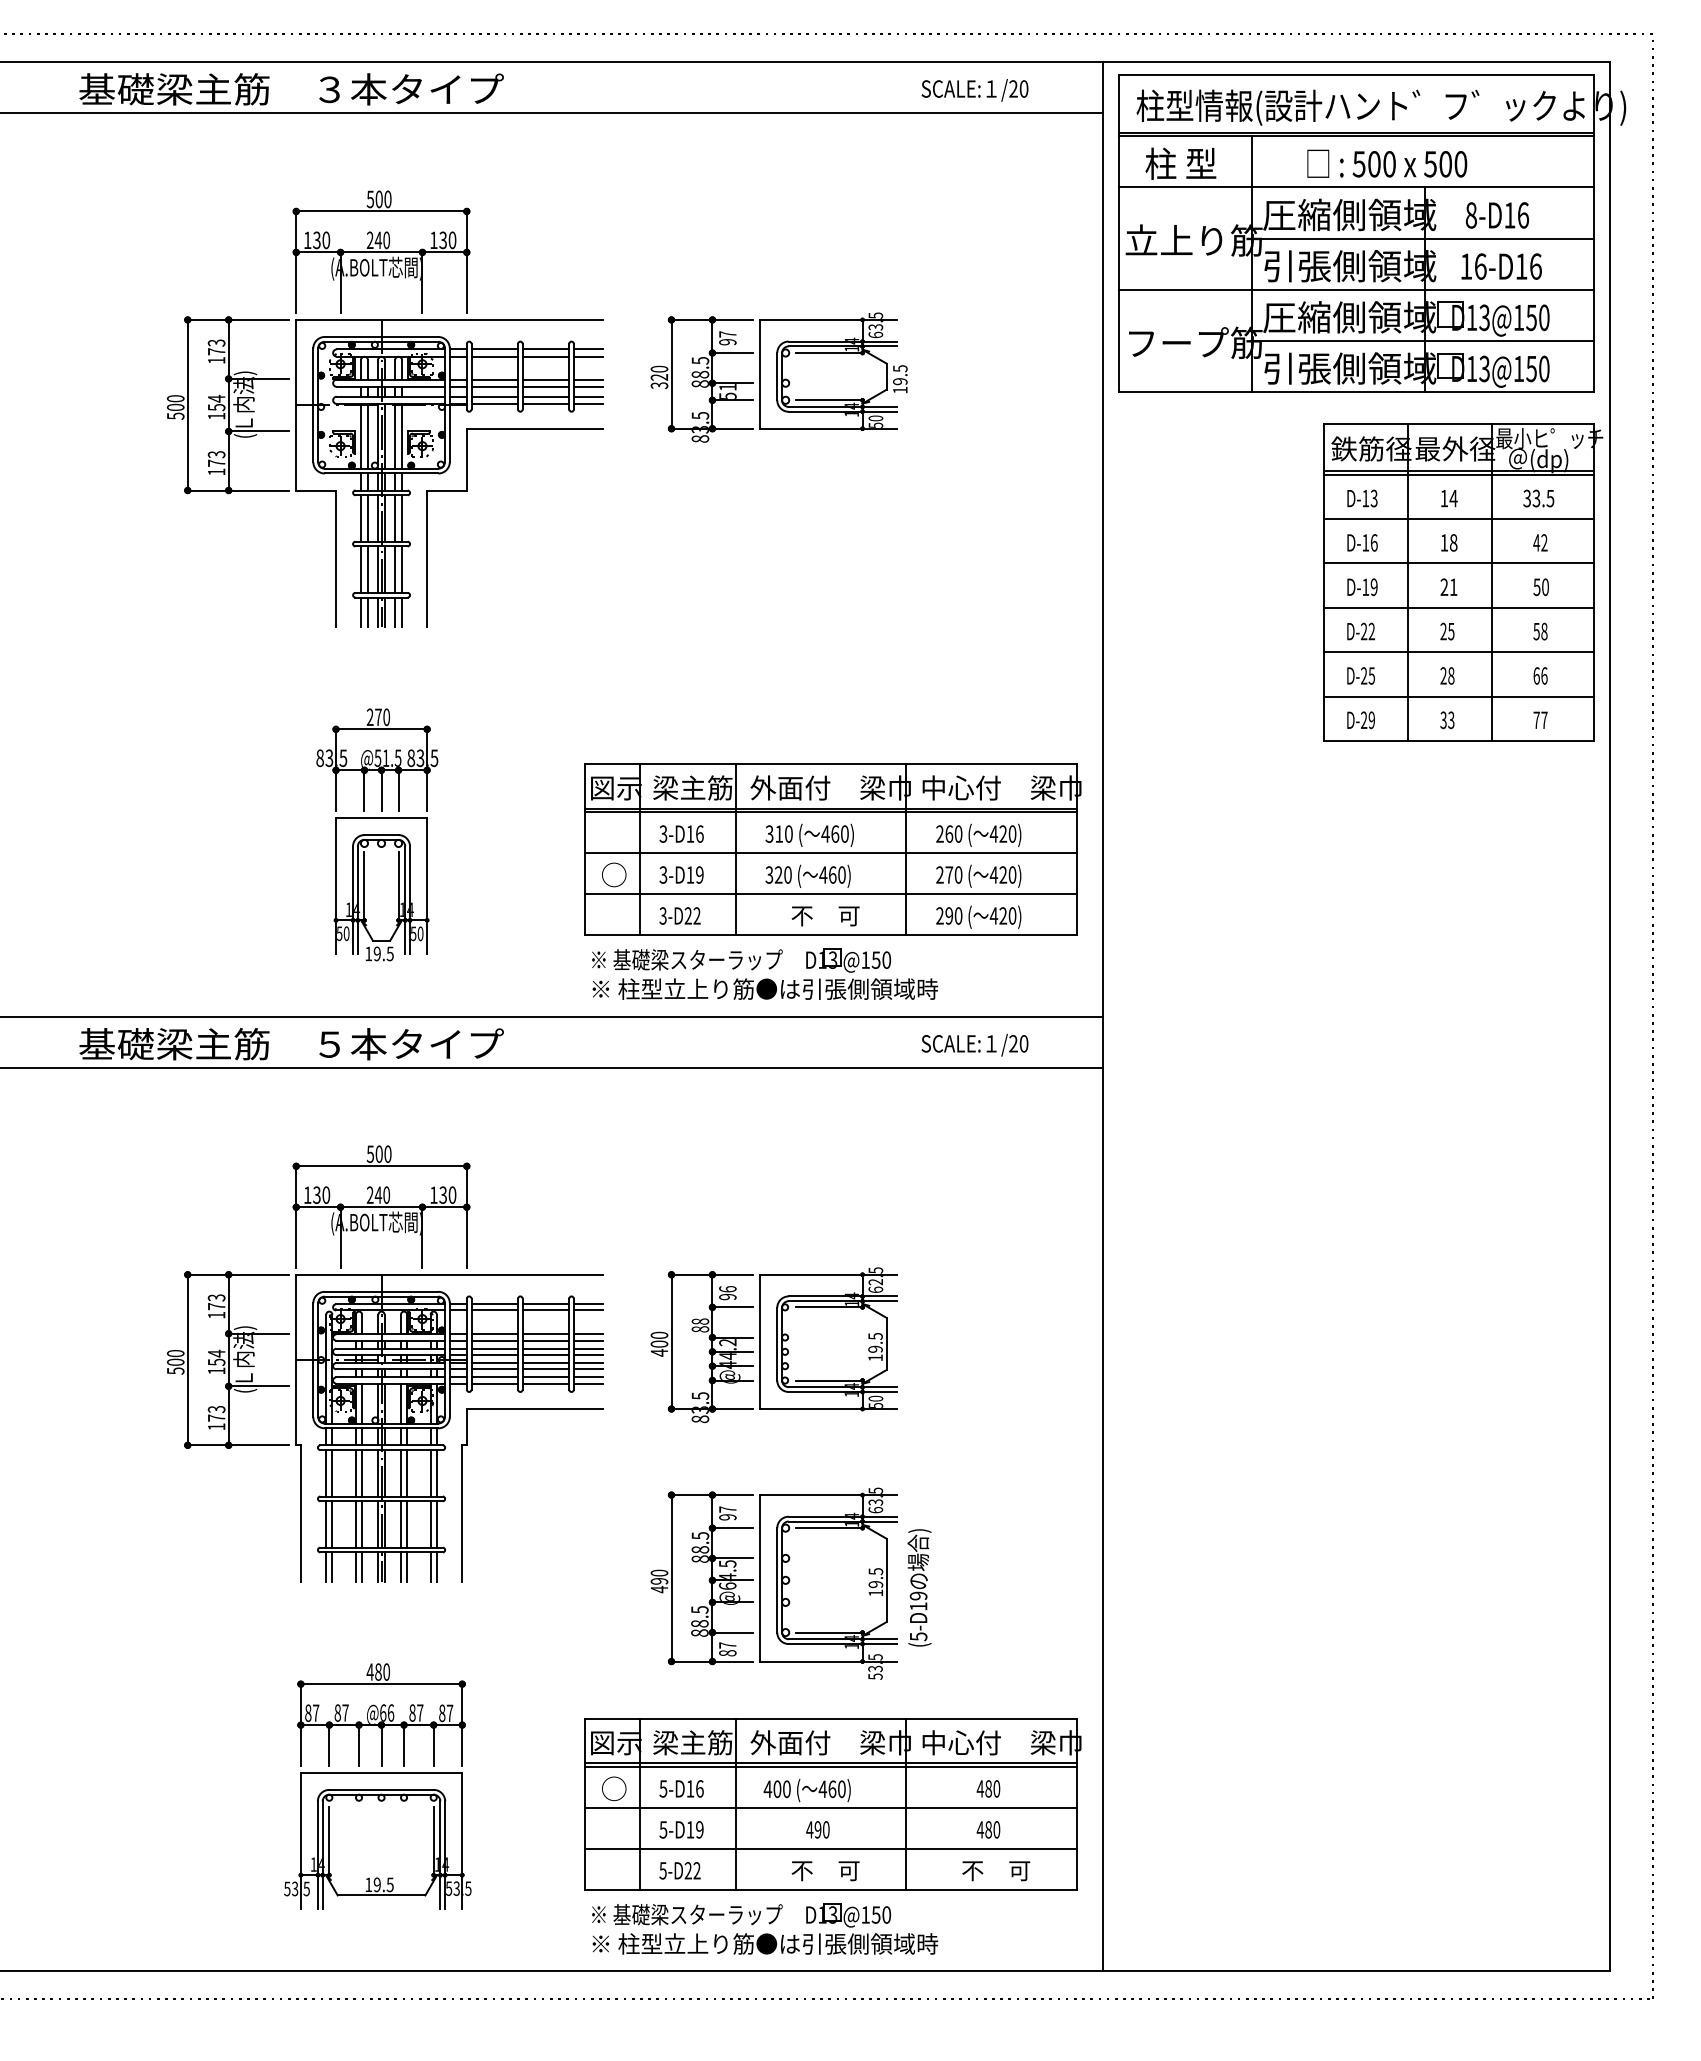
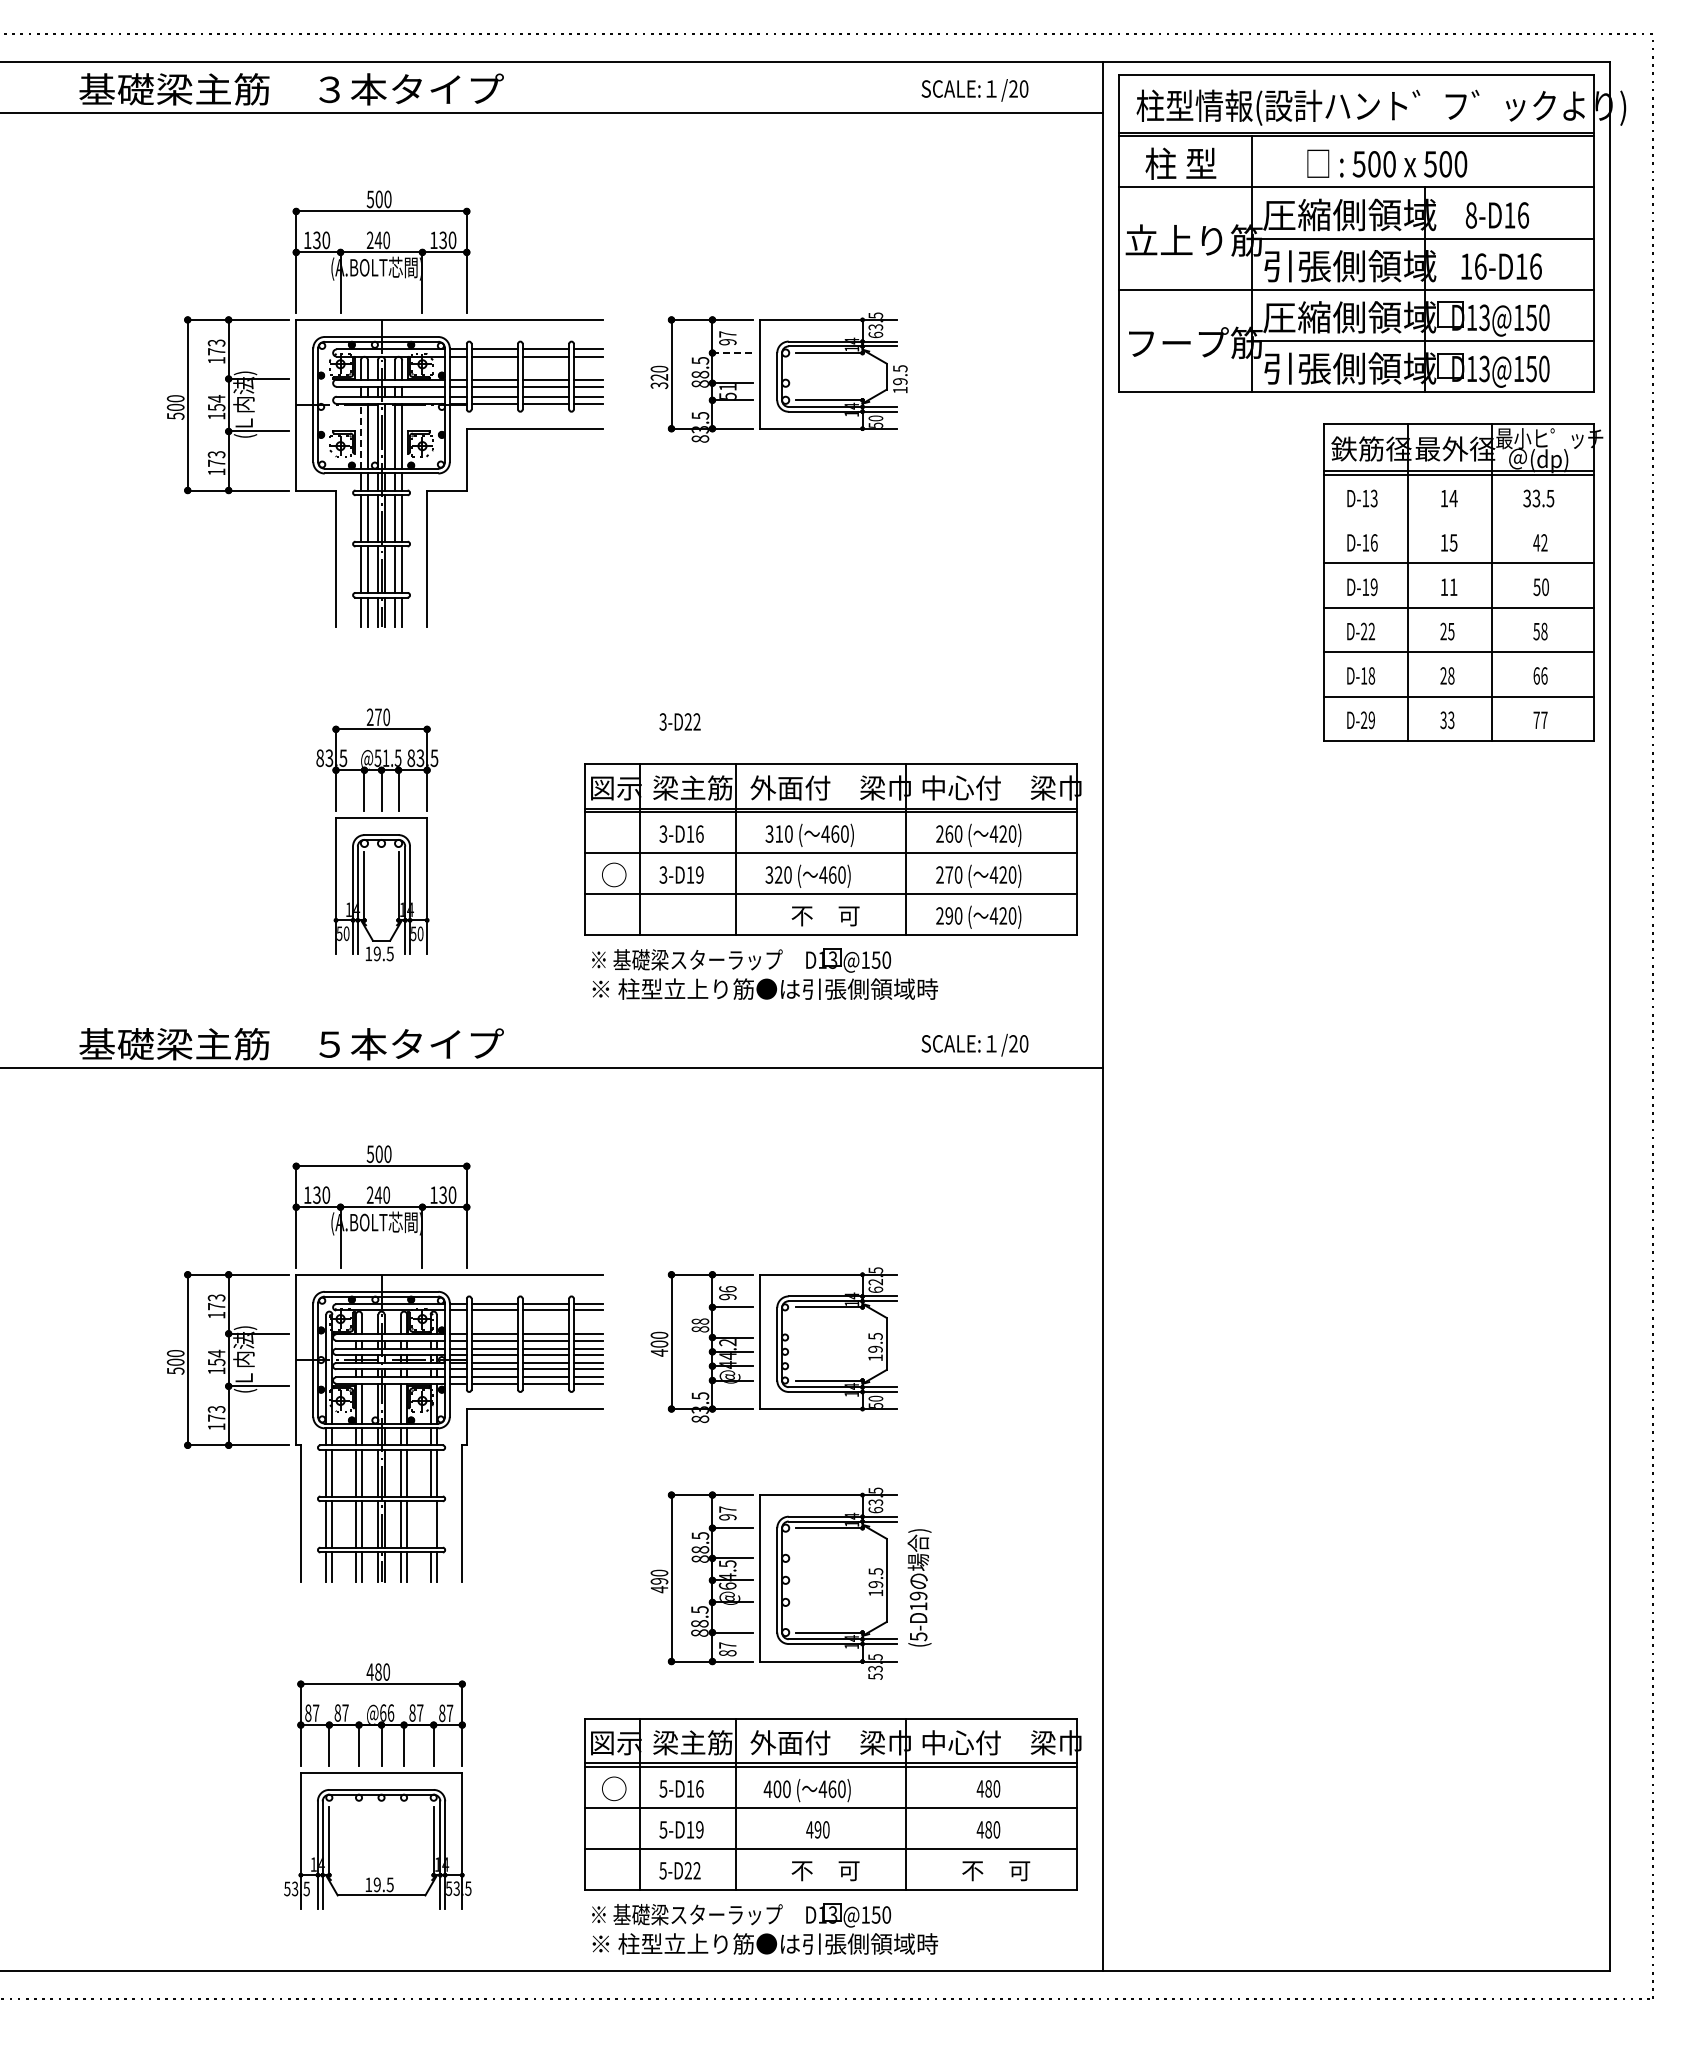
line at (733, 353): solid -> dashed
line at (360, 435): solid -> dashed
line at (1459, 519): present -> none
text at (1453, 542): 18 -> 15
text at (1444, 586): 21 -> 11
text at (1368, 675): D-25 -> D-18
text at (679, 915) position: (679, 915) -> (679, 721)
line at (552, 1016): present -> none
line at (430, 1524): present -> none
